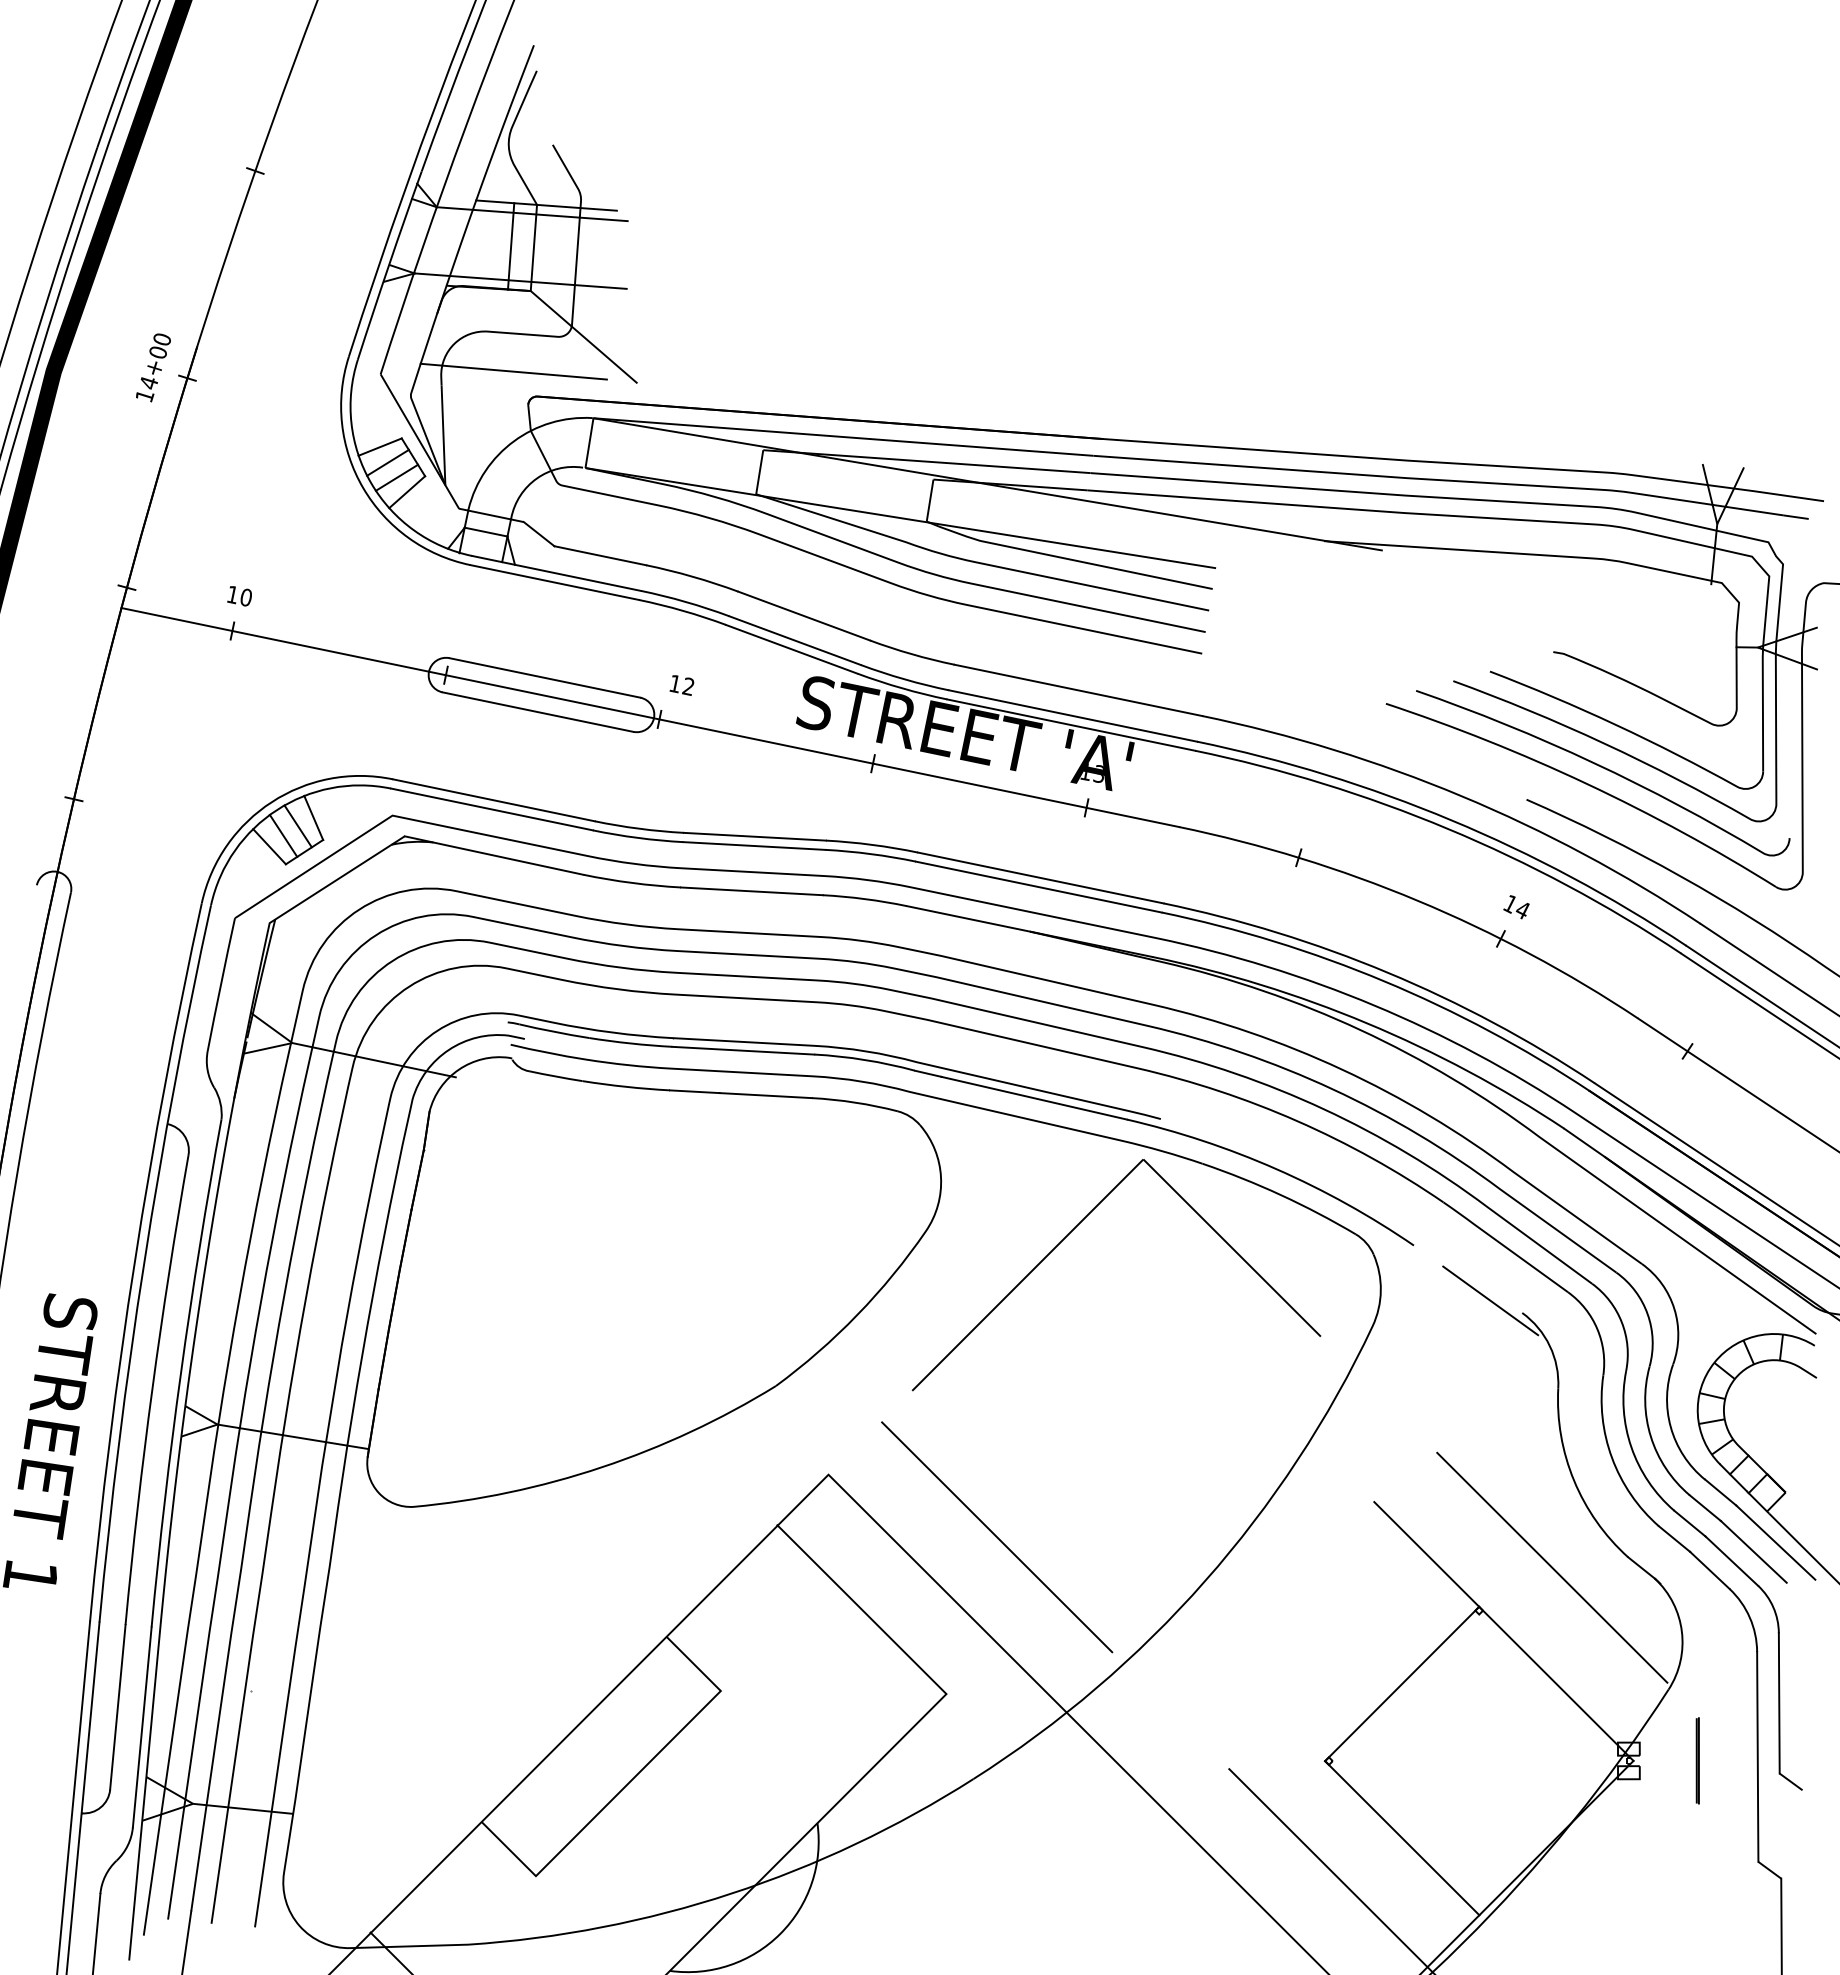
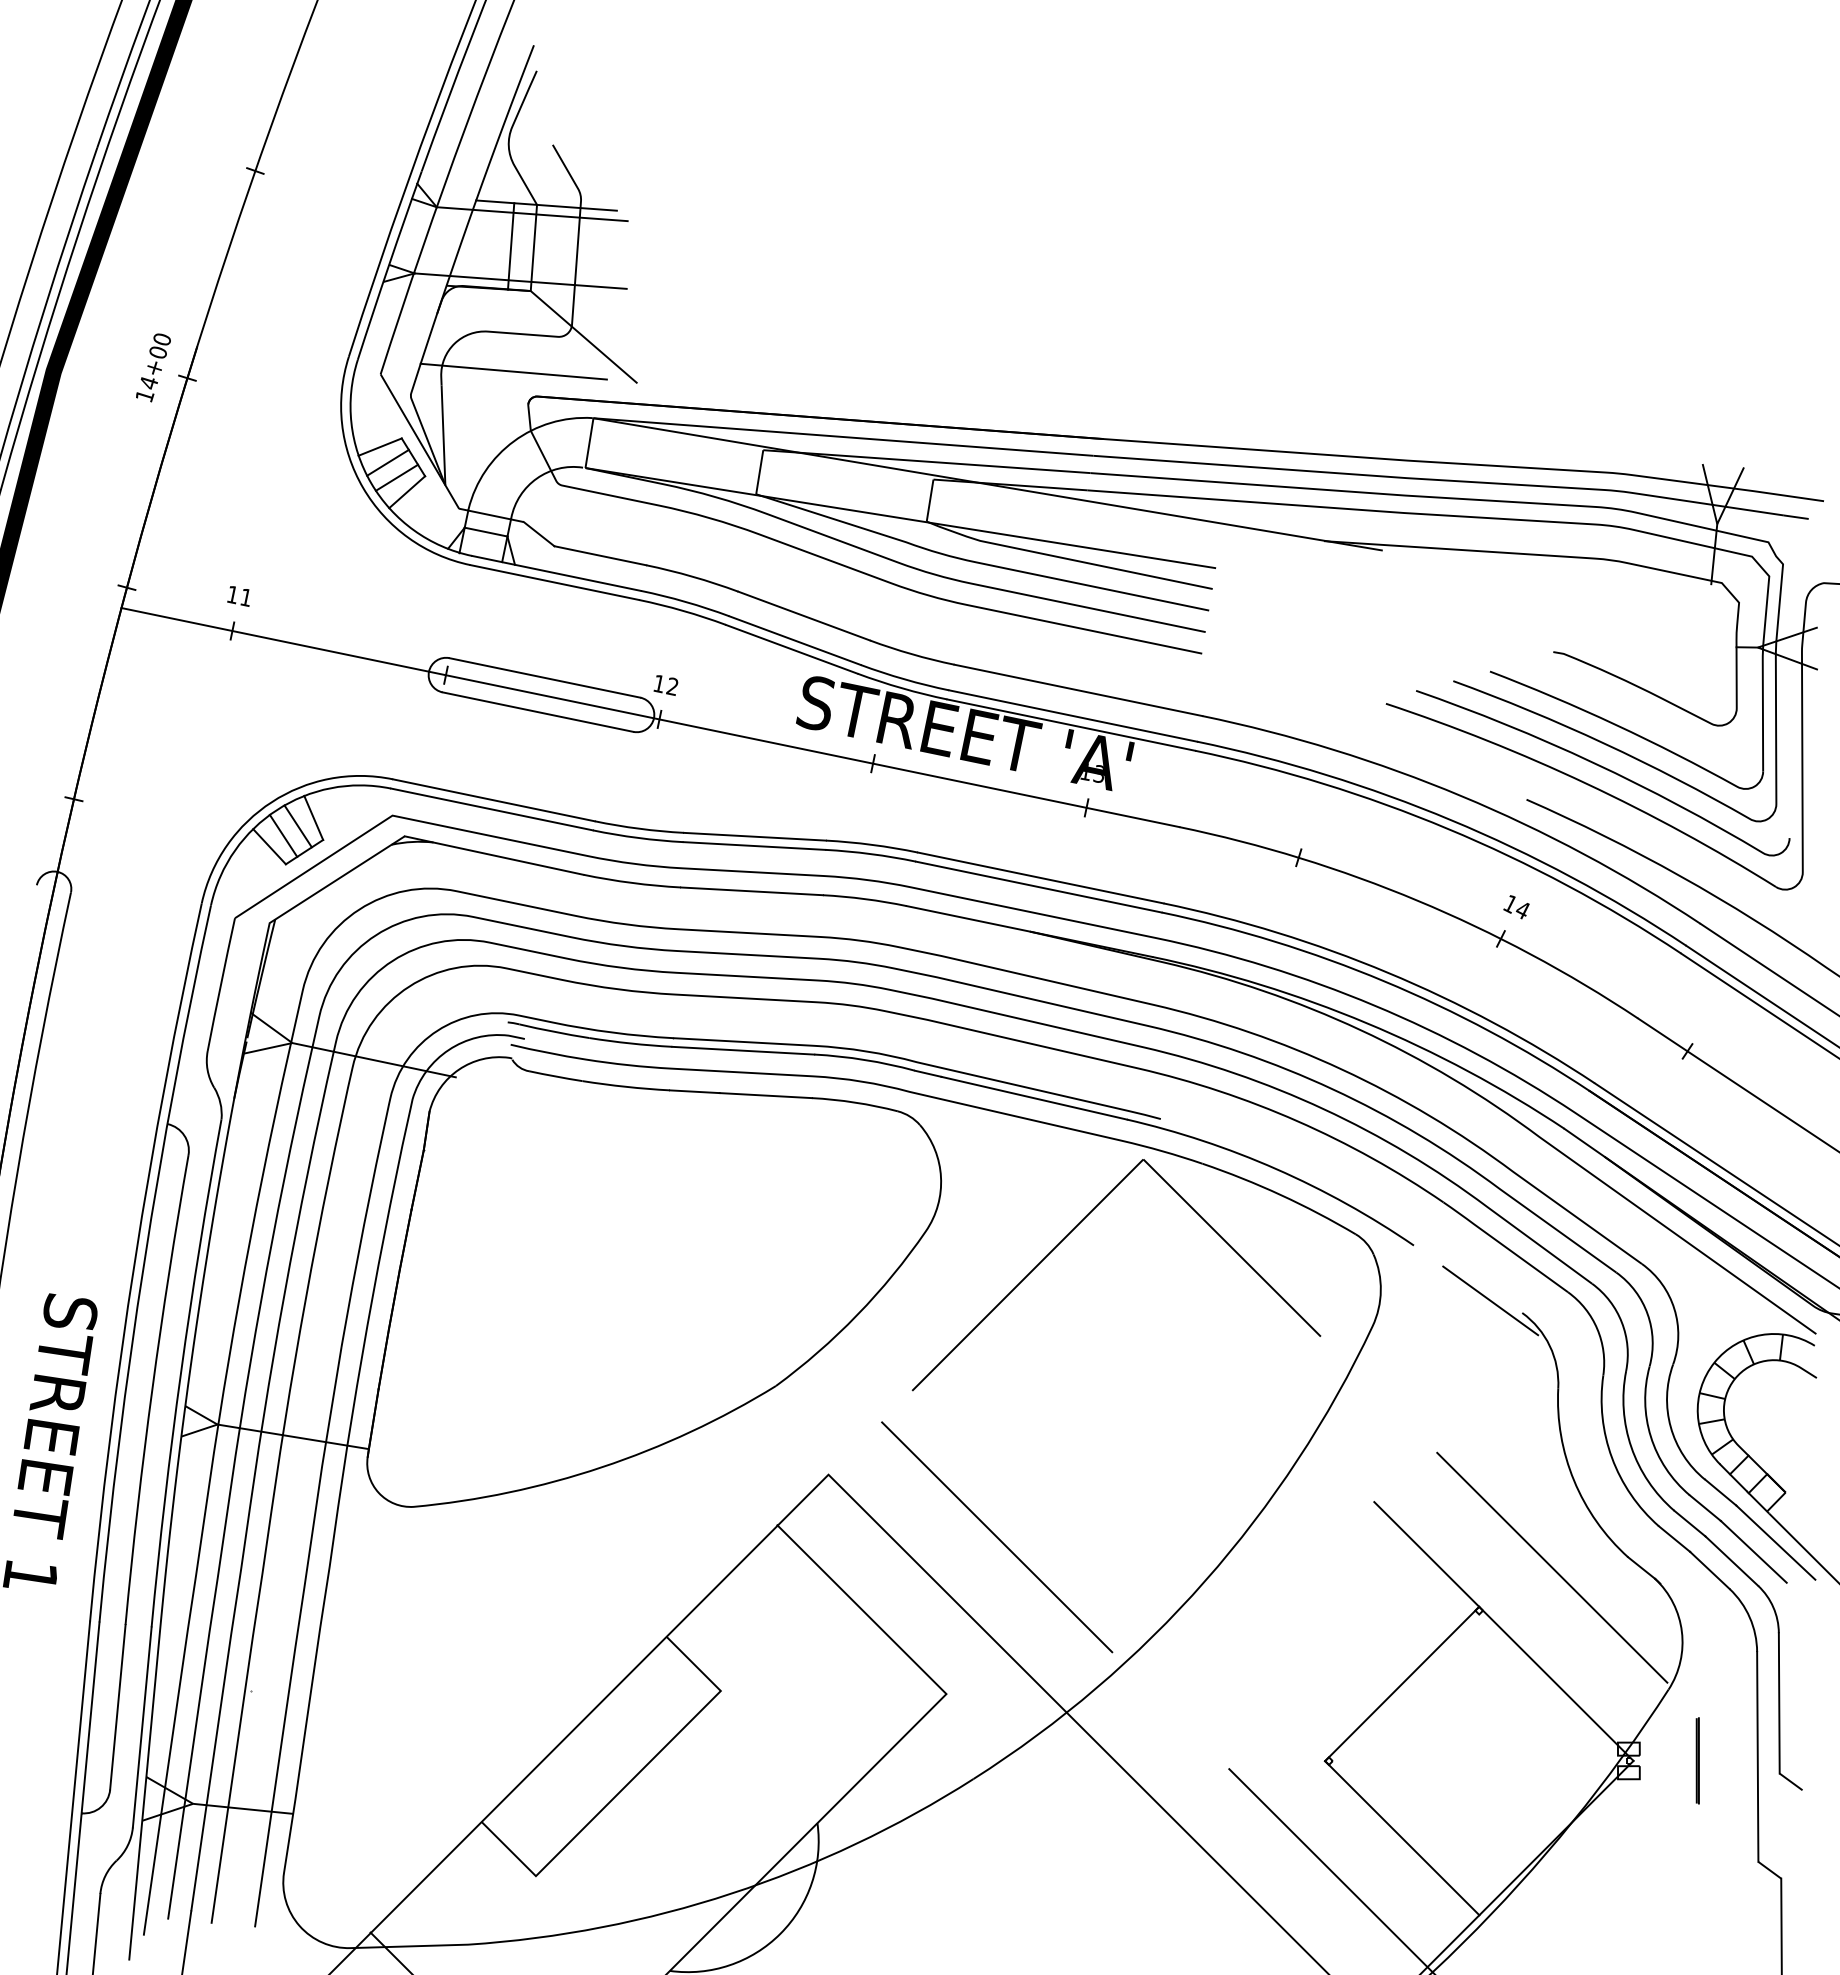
text at (245, 597): 10 -> 11
text at (681, 685) position: (681, 685) -> (665, 685)
